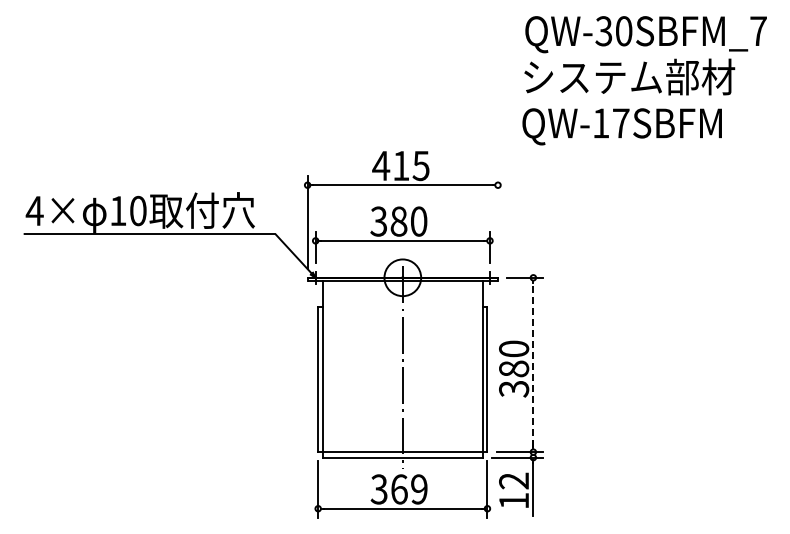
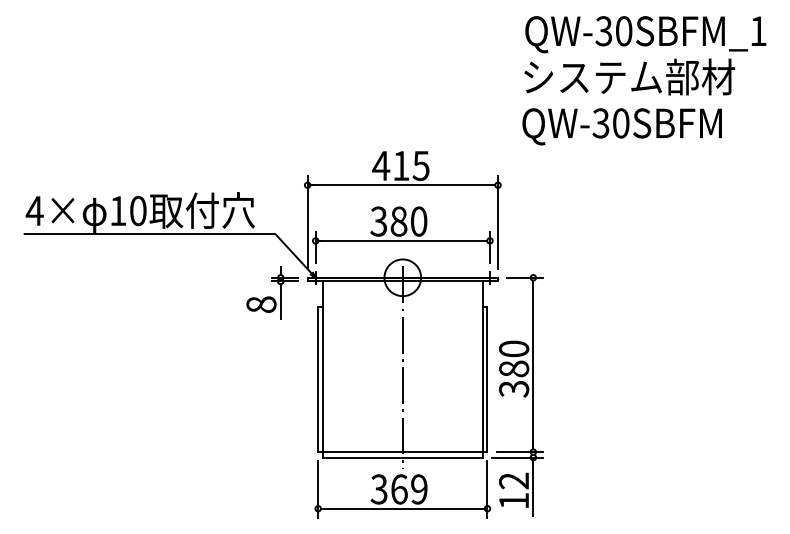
text at (758, 30): QW-30SBFM_7 -> QW-30SBFM_1
text at (610, 123): QW-17SBFM -> QW-30SBFM
line at (498, 222): none -> present
part at (272, 292): none -> present
line at (533, 364): dashed -> solid
